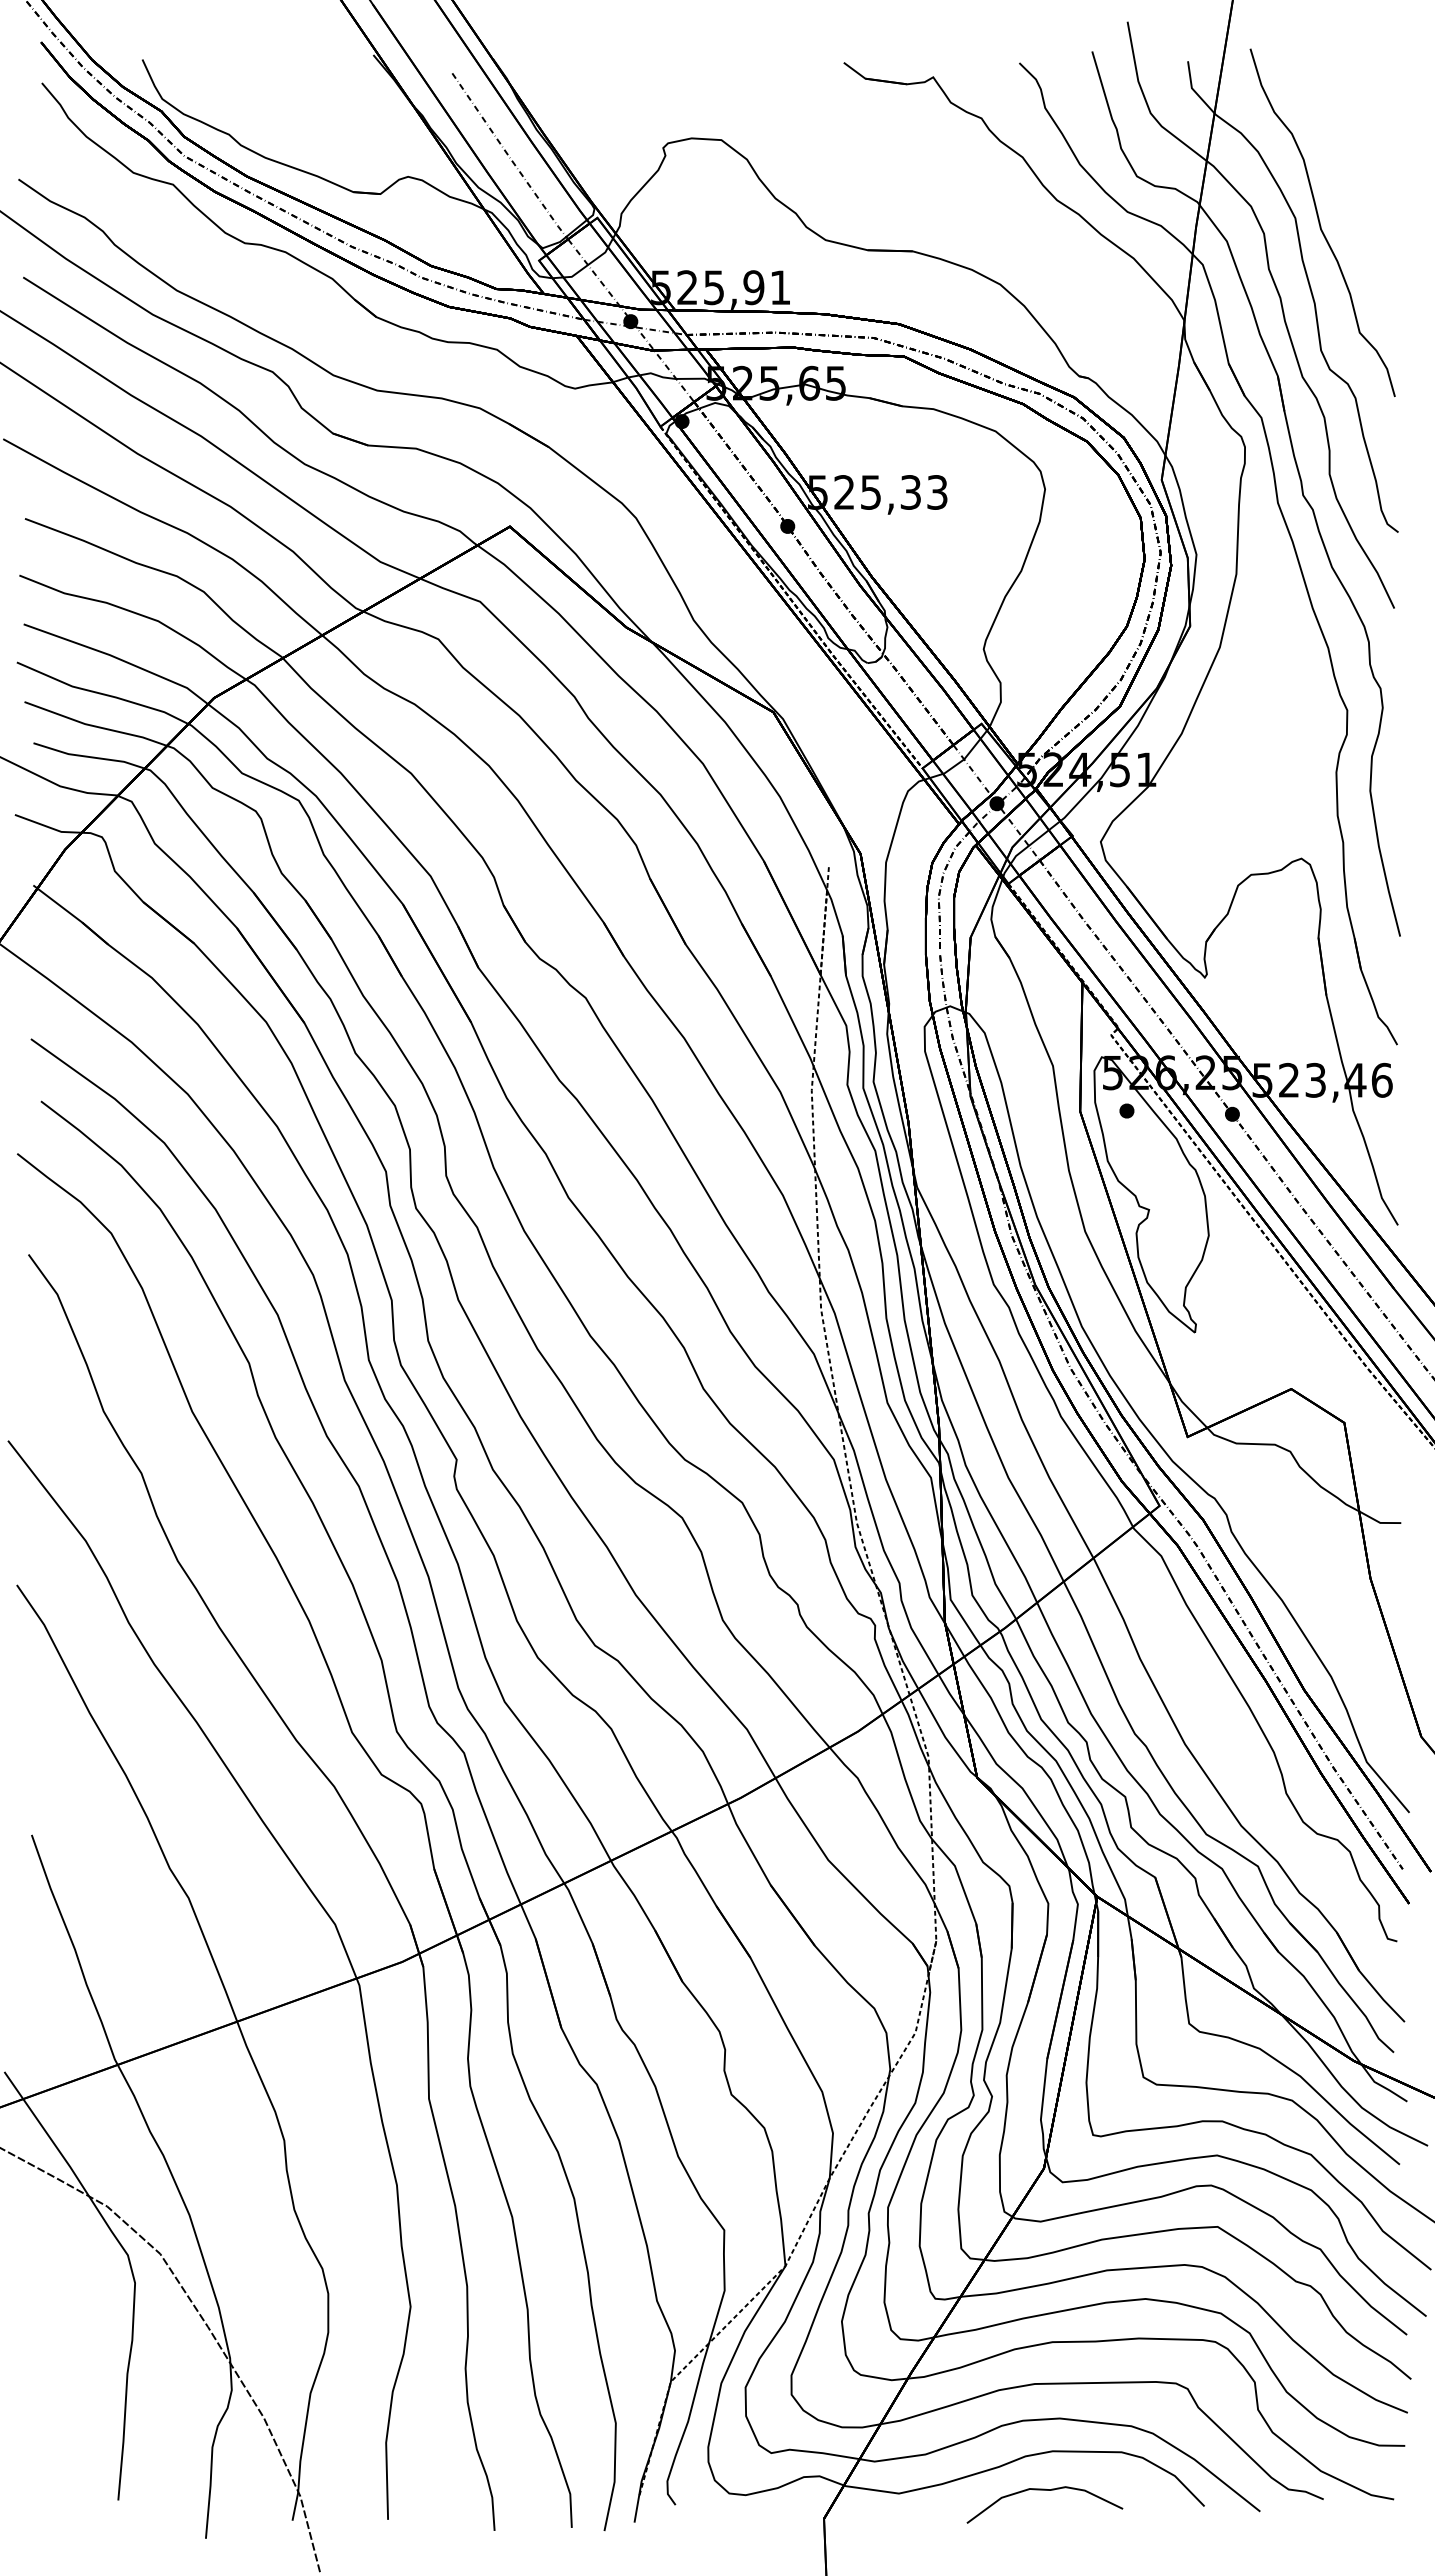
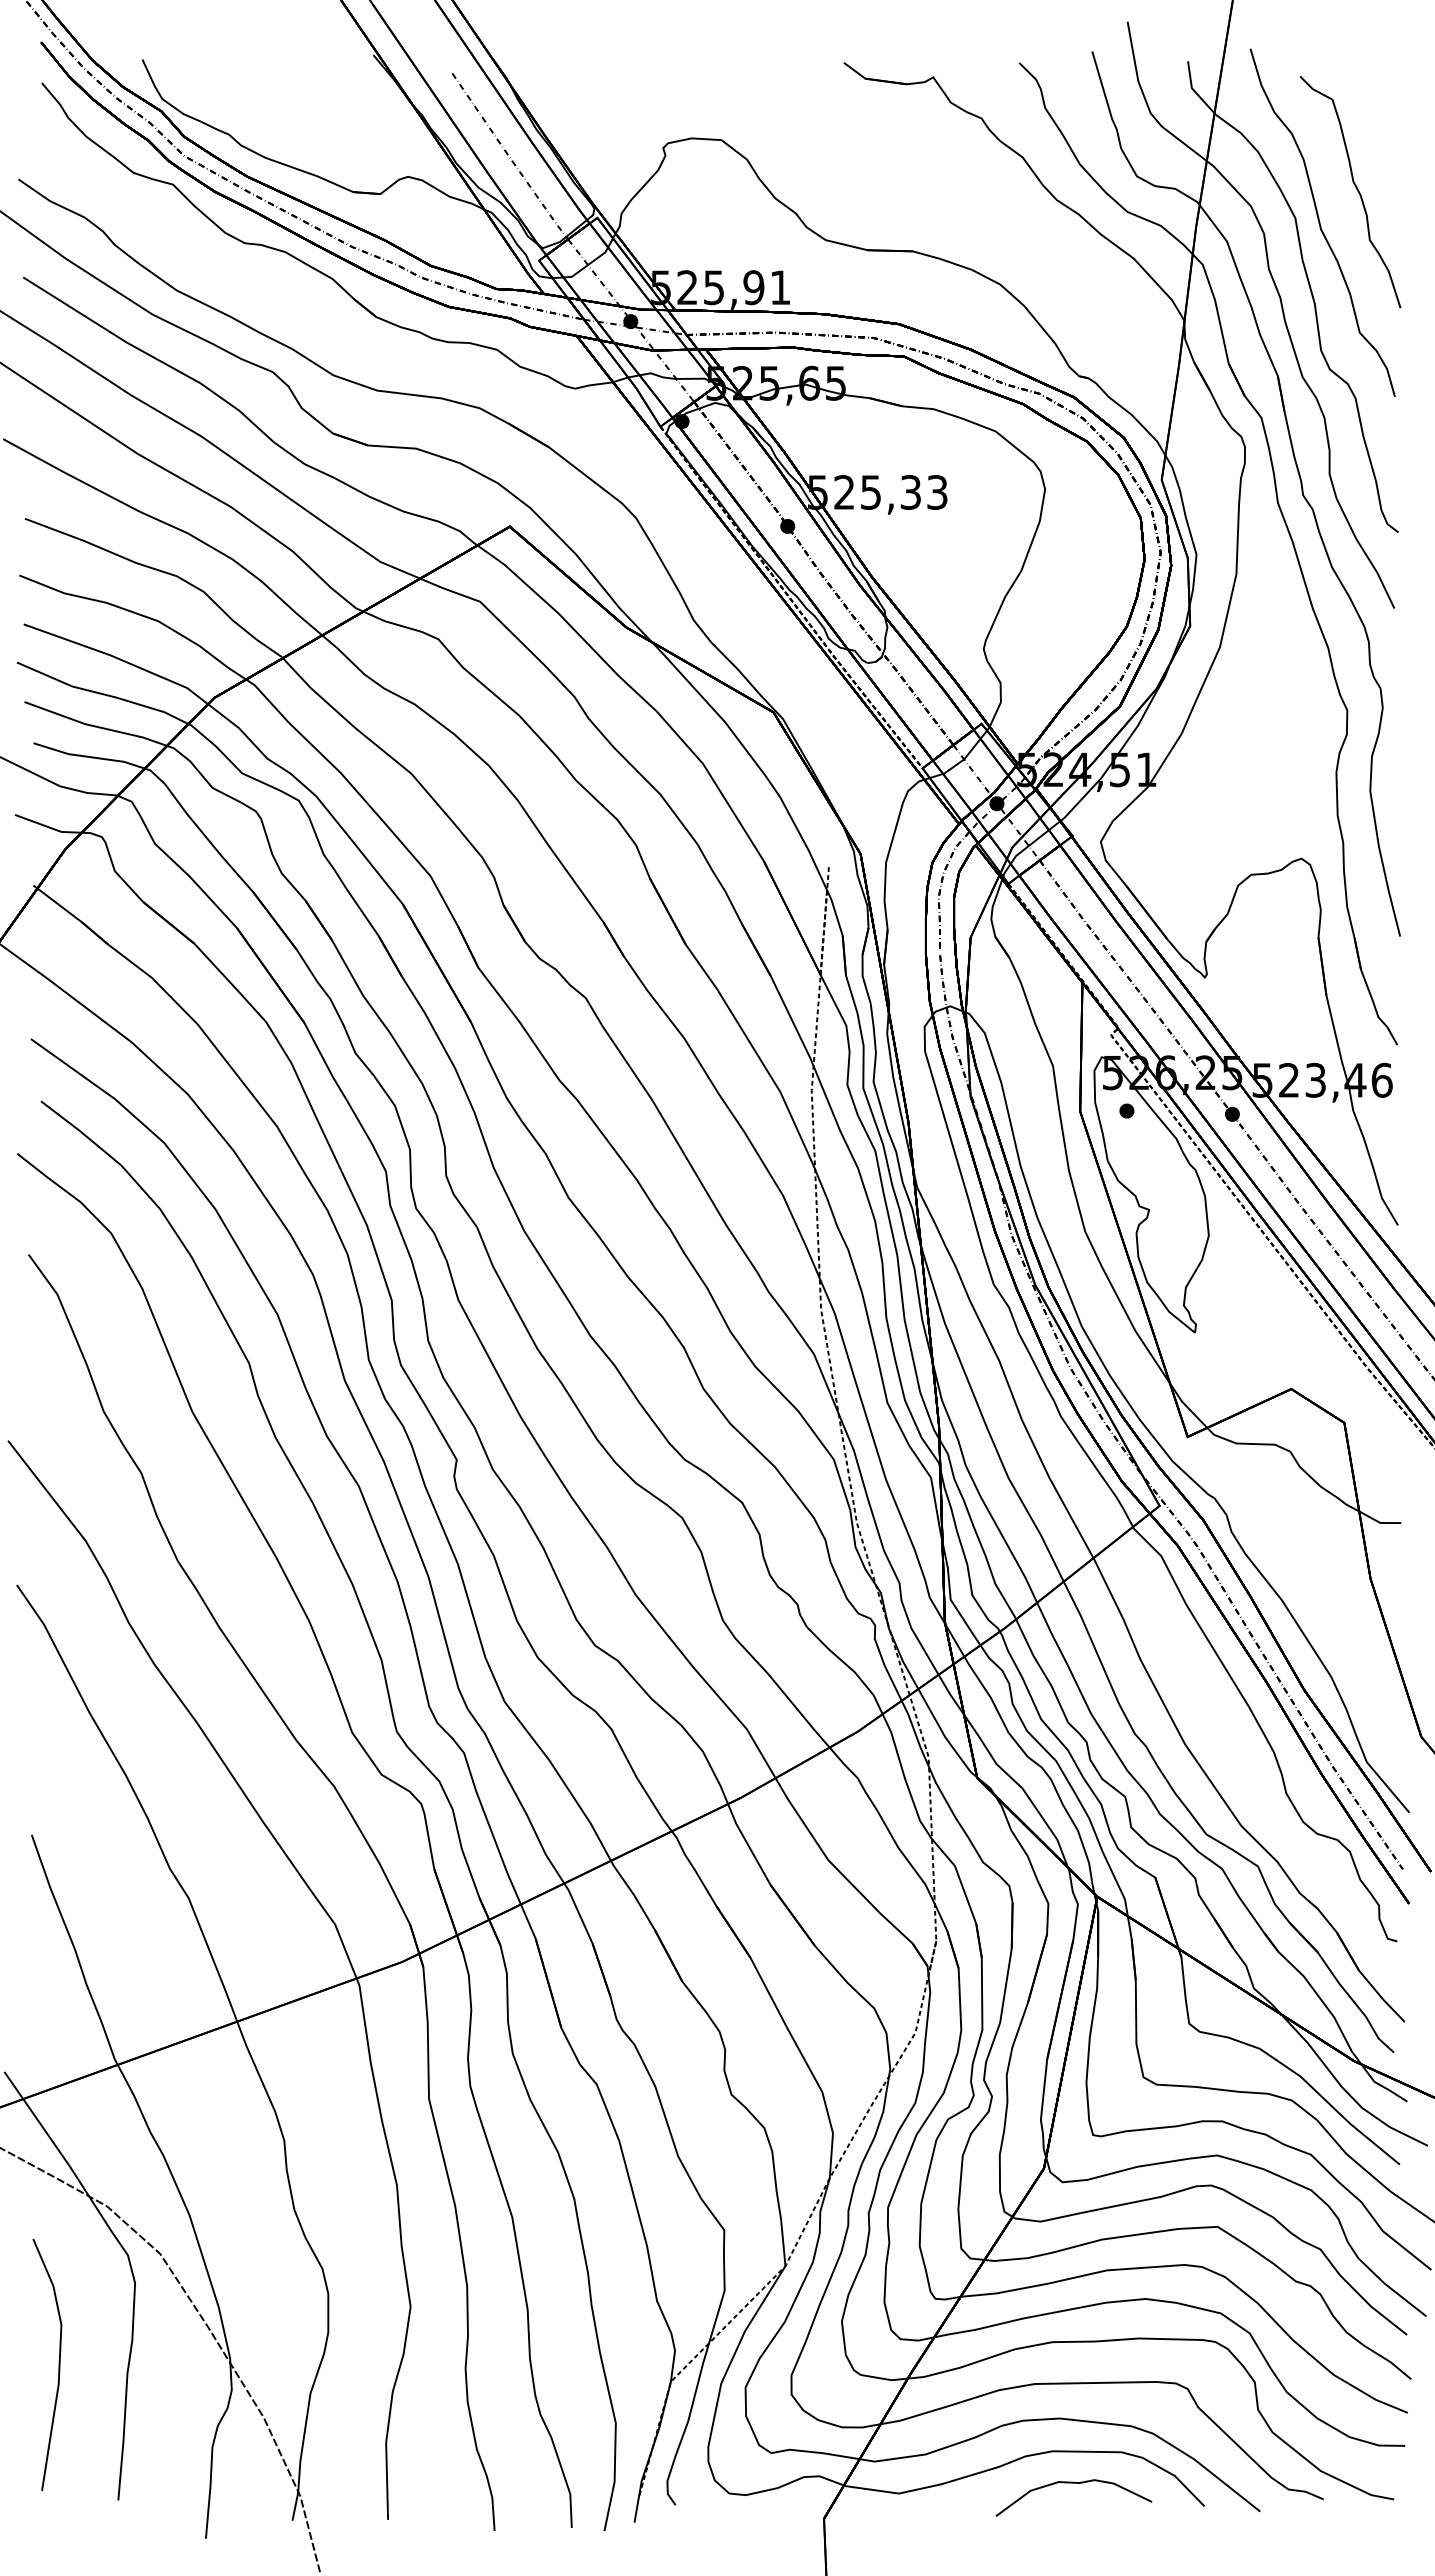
curve at (1356, 189): none -> present
line at (58, 2364): none -> present
curve at (1044, 2490) position: (1044, 2490) -> (1073, 2483)
